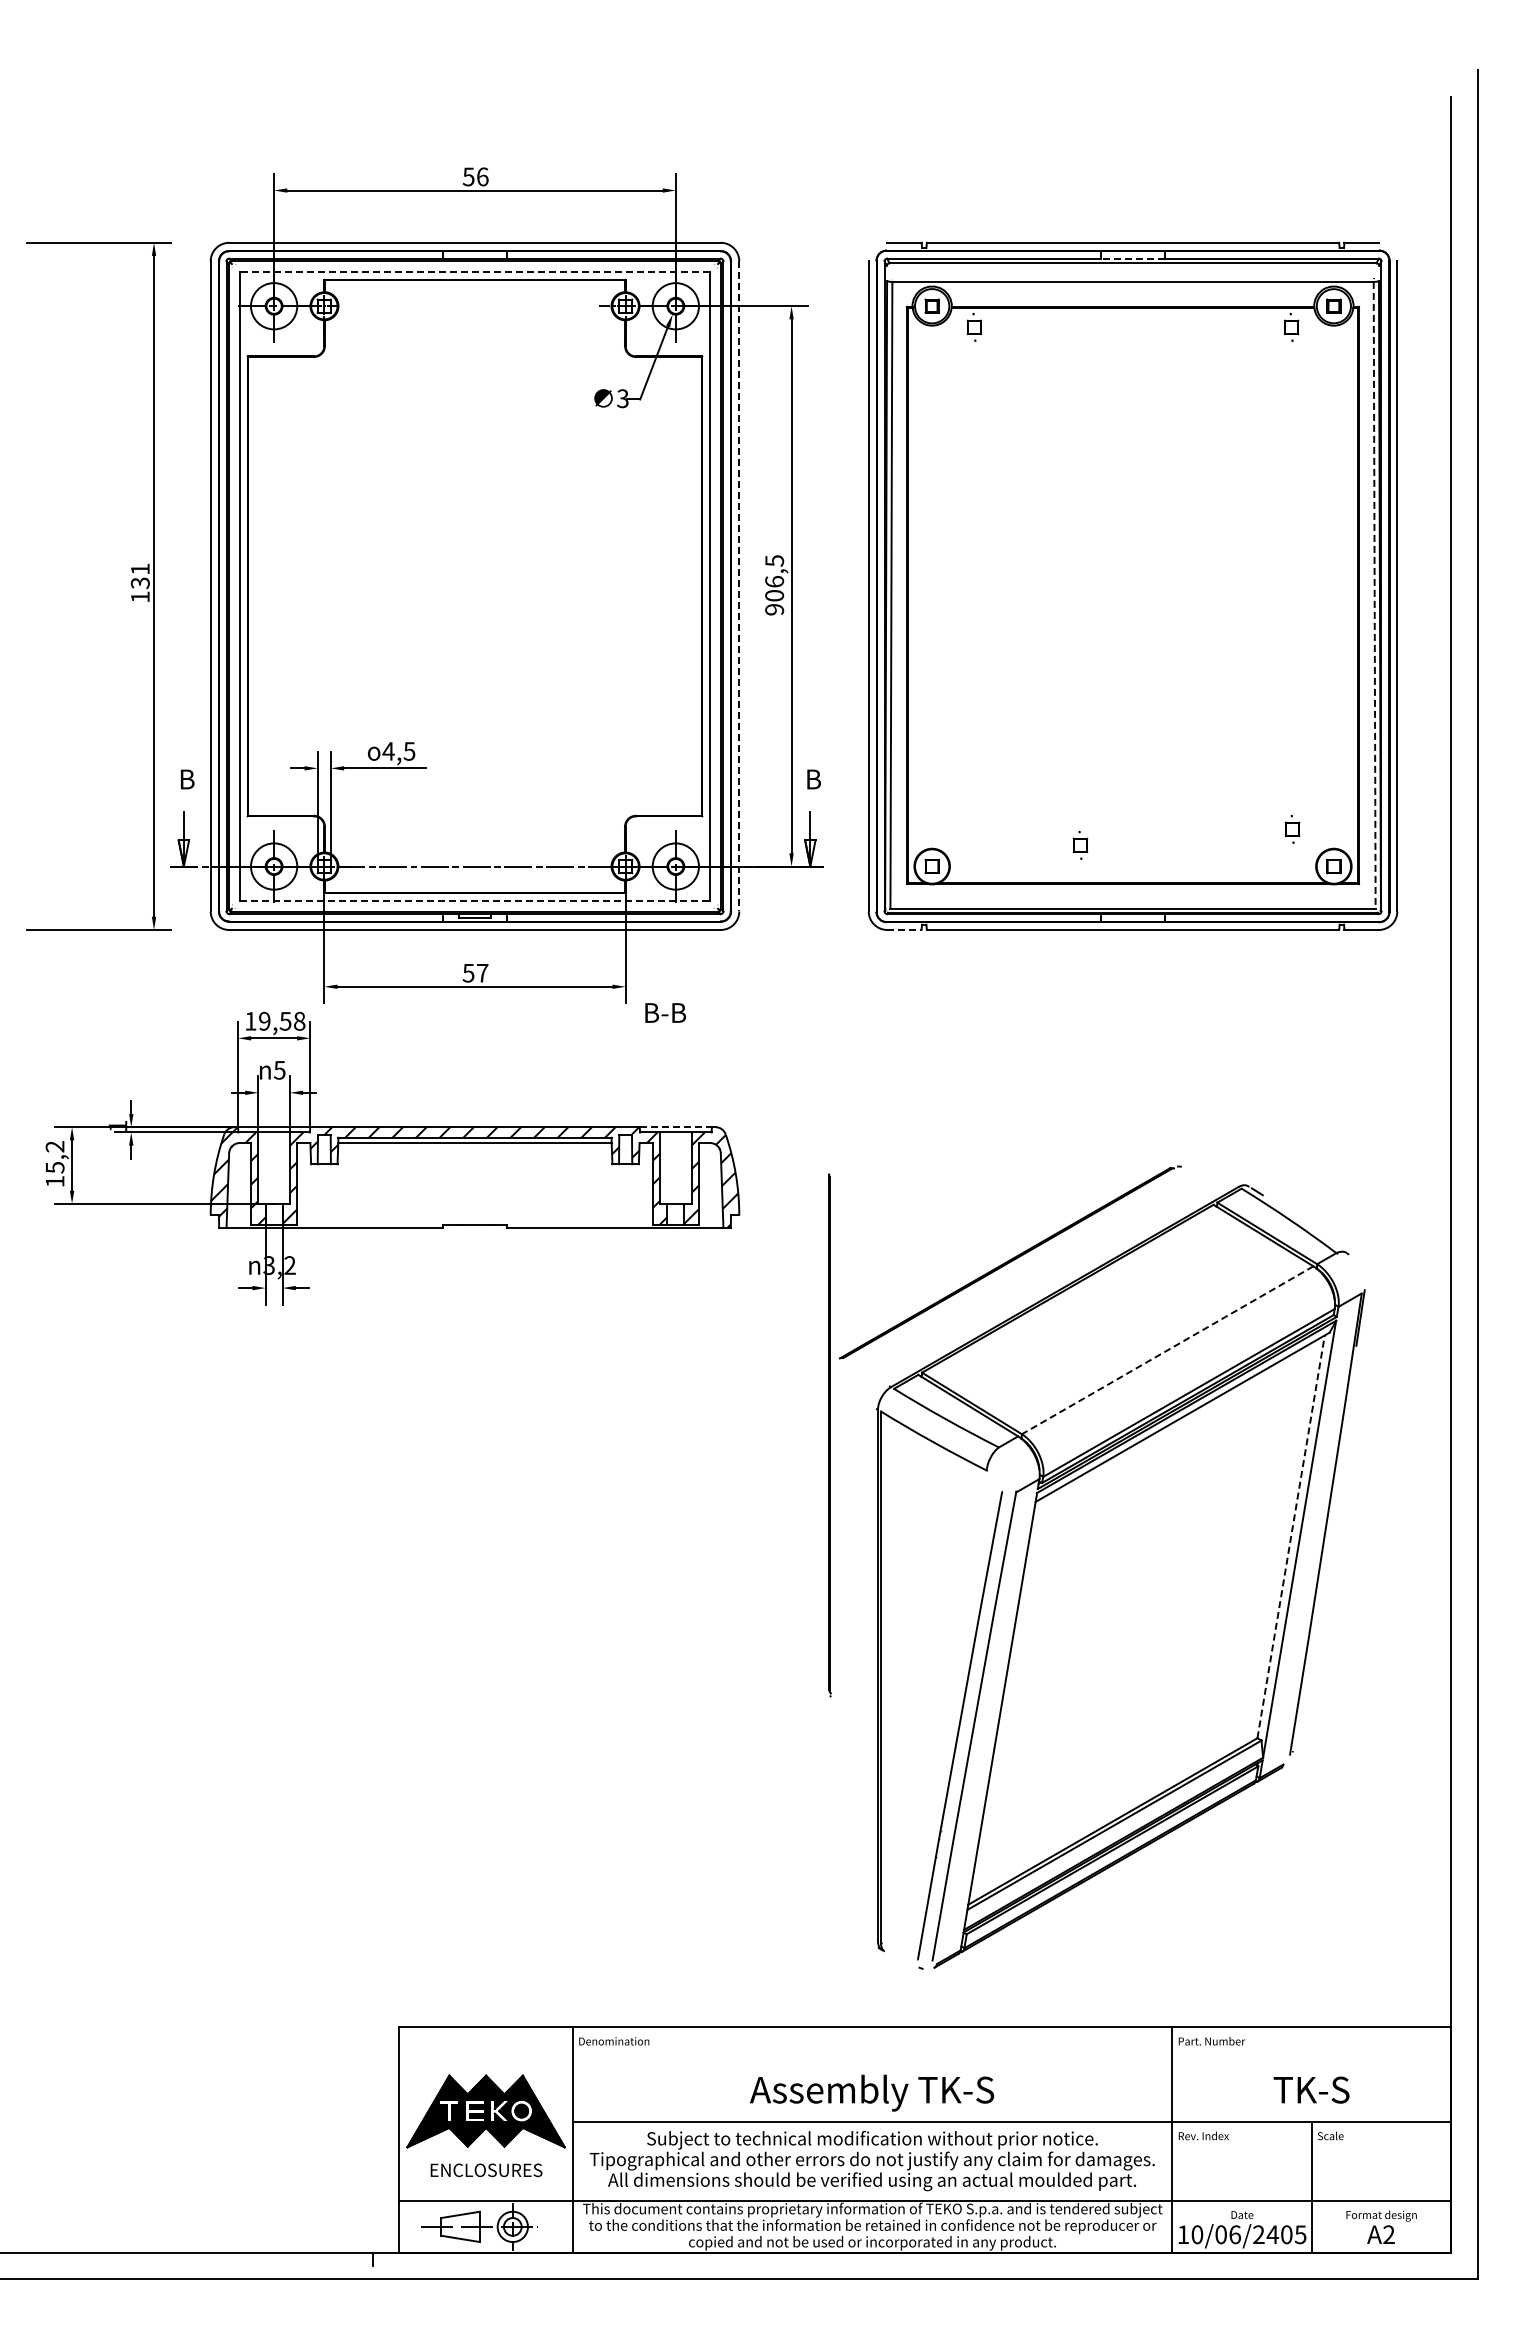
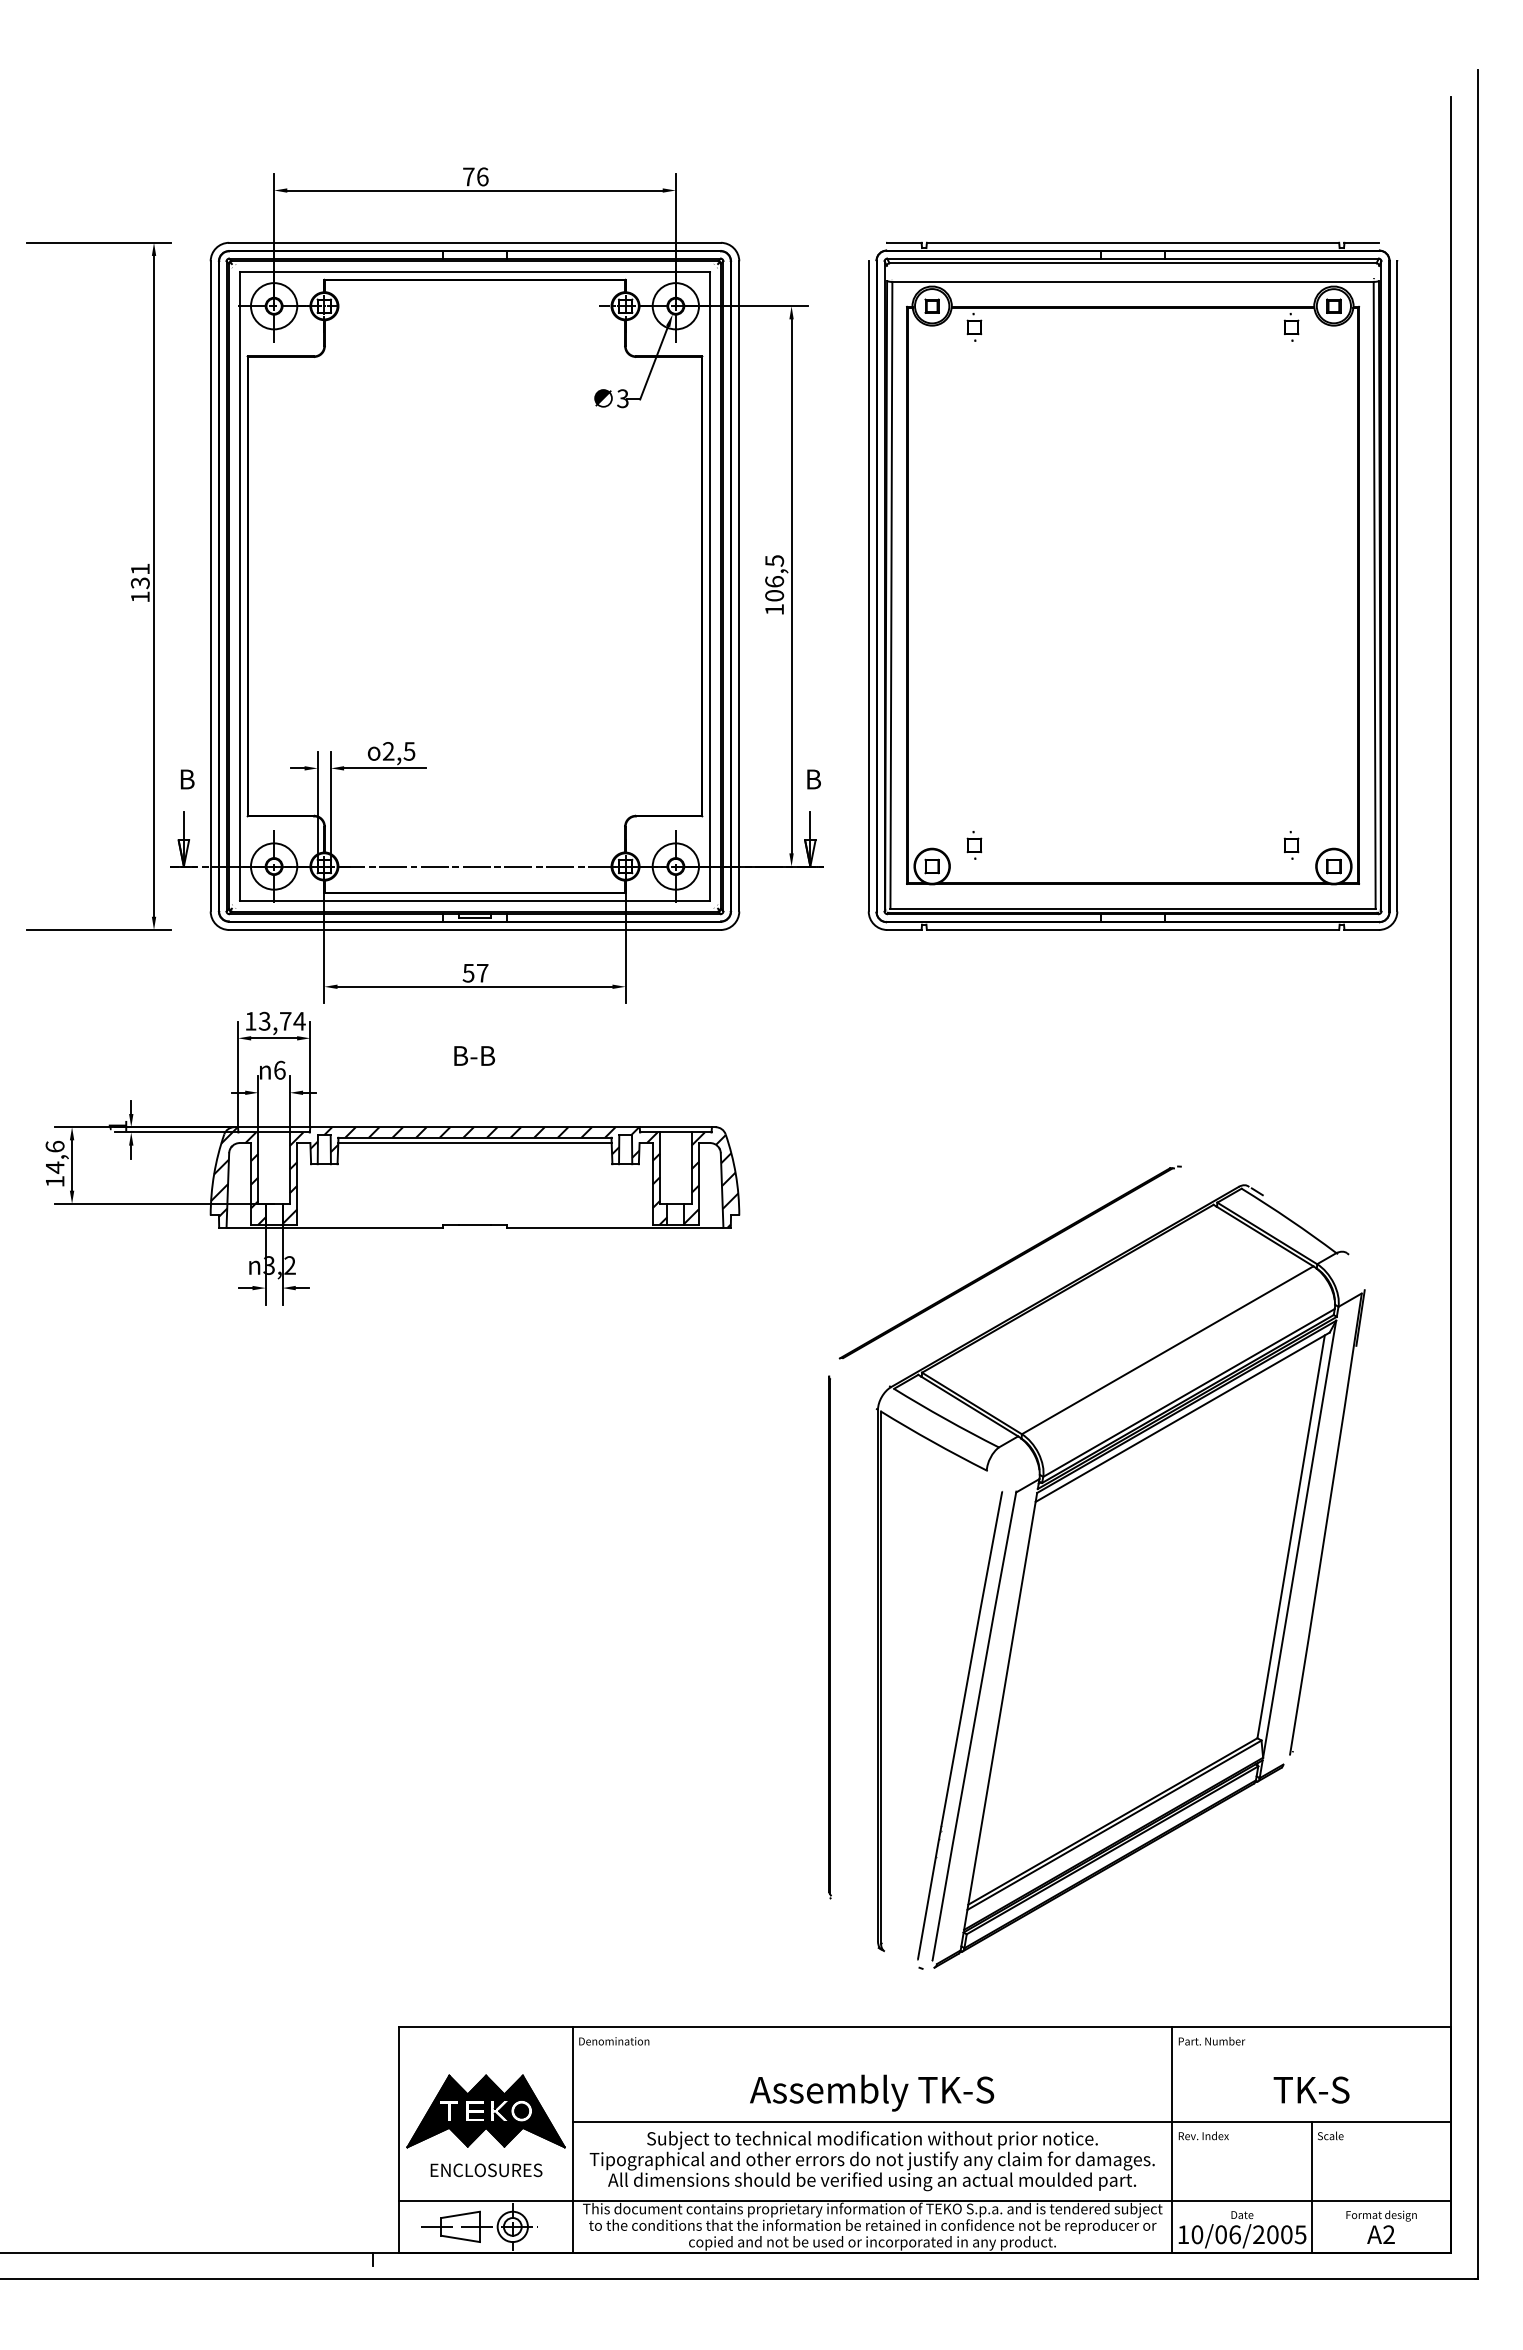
text at (468, 176): 56 -> 76
line at (1133, 258): dashed -> solid
line at (474, 271): dashed -> solid
line at (739, 586): dashed -> solid
line at (1374, 595): dashed -> solid
text at (774, 609): 906,5 -> 106,5
text at (388, 751): 4,5 -> 2,5
part at (1292, 829) position: (1292, 829) -> (1291, 845)
part at (1080, 845) position: (1080, 845) -> (974, 845)
line at (475, 900): dashed -> solid
line at (904, 929): dashed -> solid
text at (665, 1012) position: (665, 1012) -> (474, 1055)
text at (281, 1020): 19,58 -> 13,74
text at (279, 1069): 5 -> 6
line at (676, 1127): dashed -> solid
text at (54, 1157): 15,2 -> 14,6
line at (1167, 1350): dashed -> solid
line at (829, 1435) position: (829, 1435) -> (829, 1637)
line at (1291, 1536): dashed -> solid
text at (1272, 2234): 10/06/2405 -> 10/06/2005
